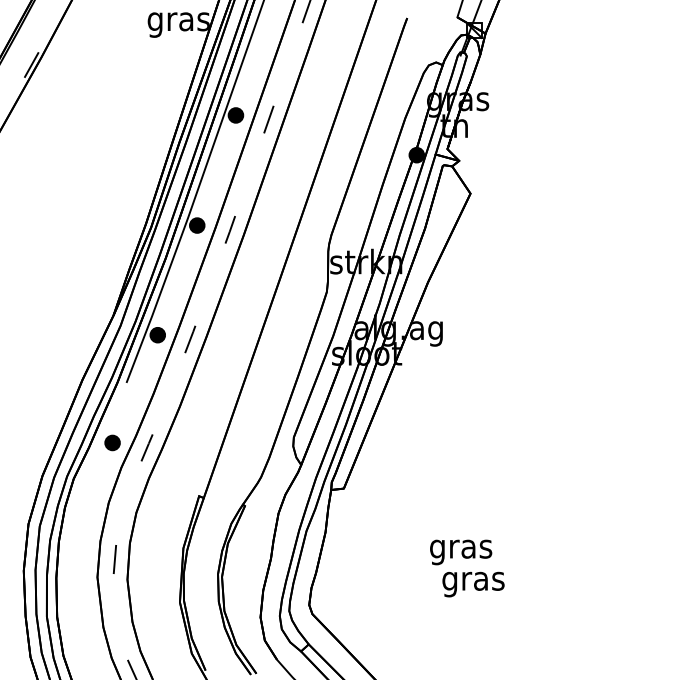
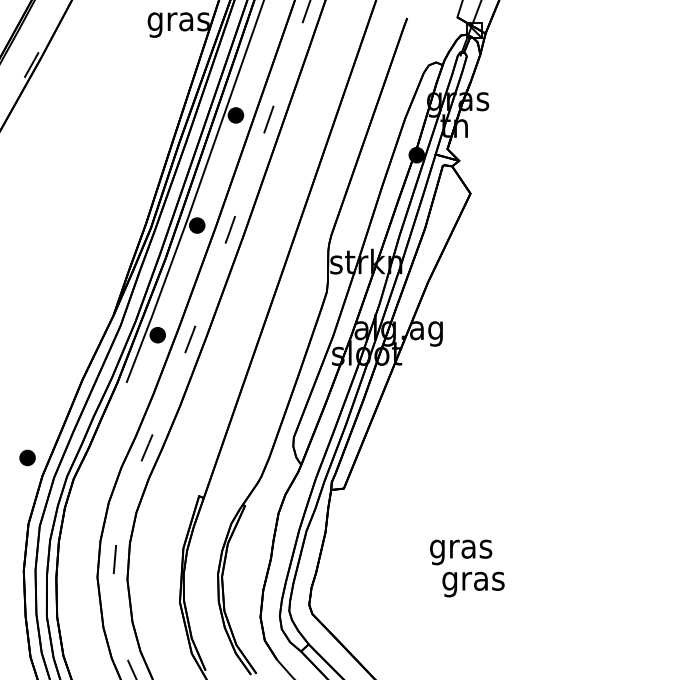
part at (112, 442) position: (112, 442) -> (27, 457)
